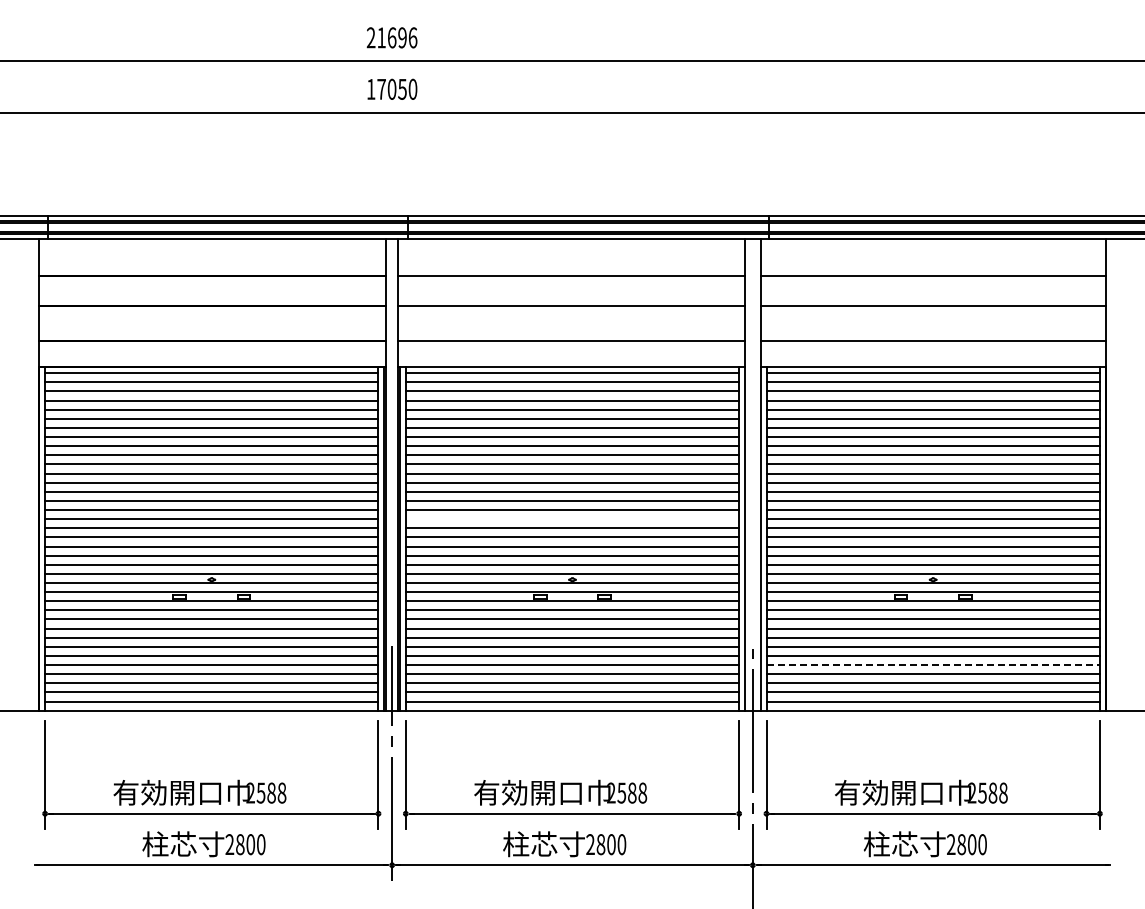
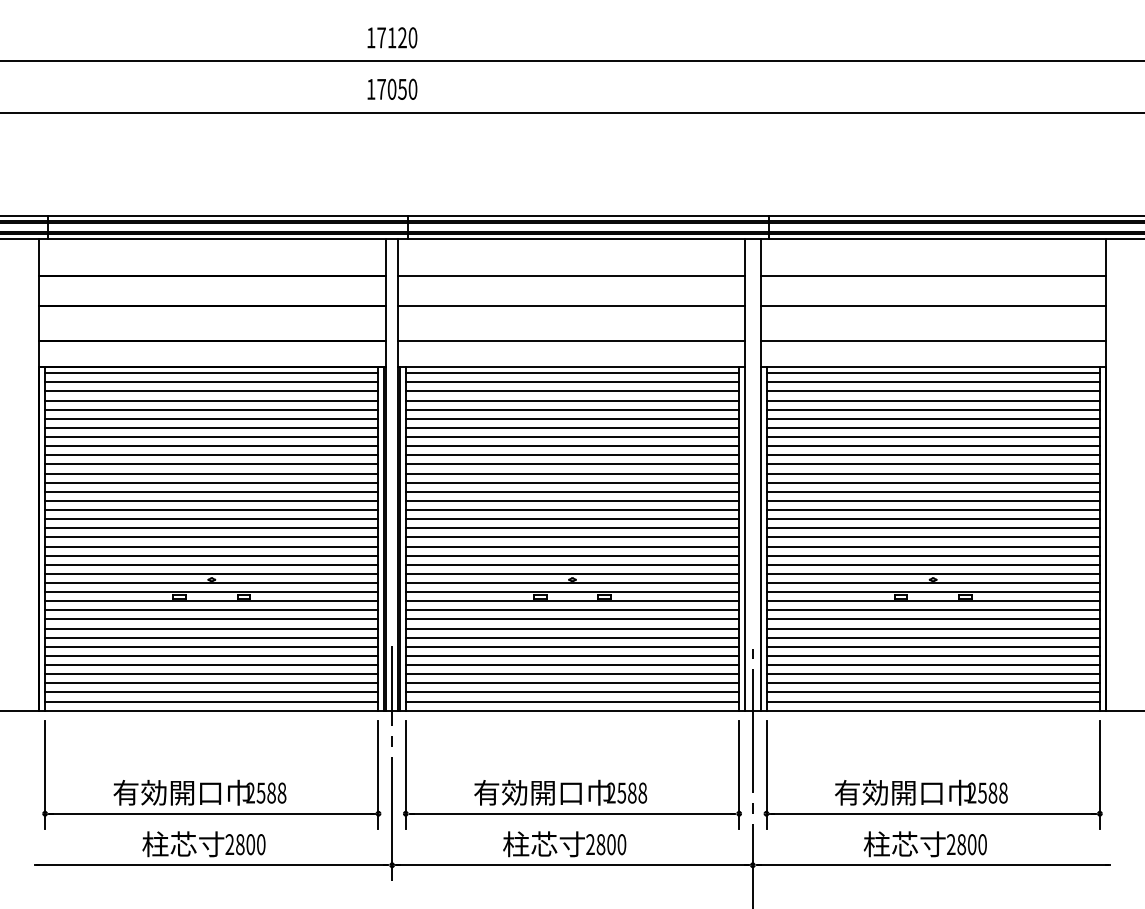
text at (391, 37): 21696 -> 17120
line at (572, 519): none -> present
line at (933, 665): dashed -> solid
